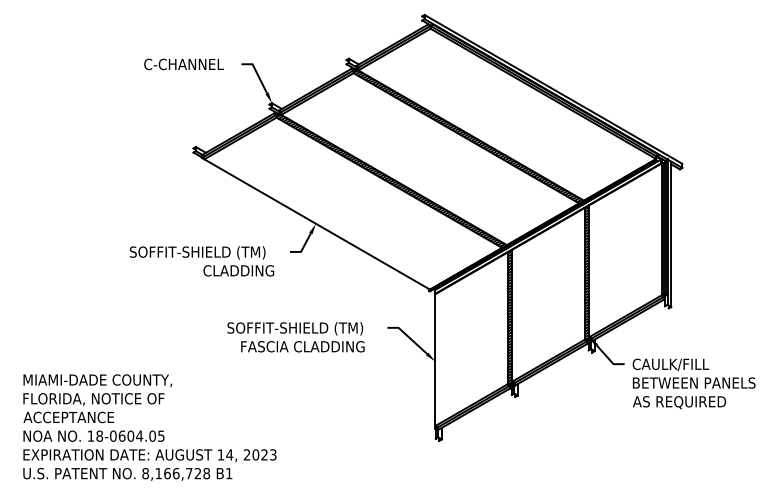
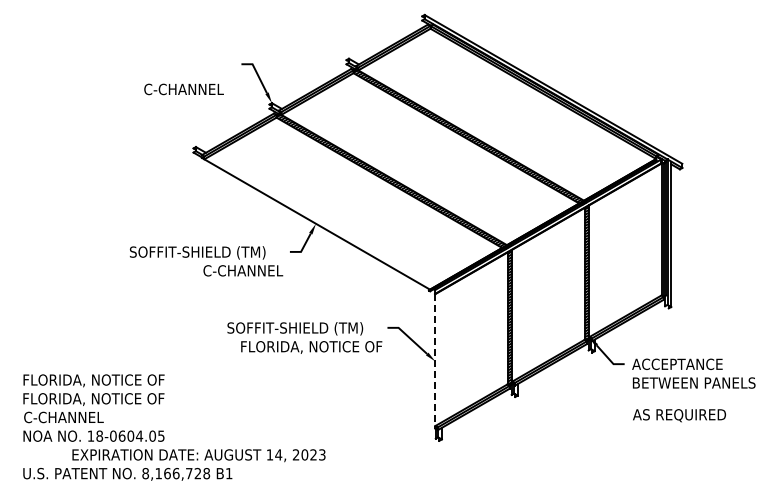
text at (183, 64) position: (183, 64) -> (183, 89)
text at (248, 270): CLADDING -> C-CHANNEL
text at (315, 347): FASCIA CLADDING -> FLORIDA, NOTICE OF
line at (435, 361): solid -> dashed
text at (677, 364): CAULK/FILL -> ACCEPTANCE
text at (98, 380): MIAMI-DADE COUNTY, -> FLORIDA, NOTICE OF
text at (679, 402) position: (679, 402) -> (679, 415)
text at (68, 417): ACCEPTANCE -> C-CHANNEL
text at (149, 455) position: (149, 455) -> (198, 455)
